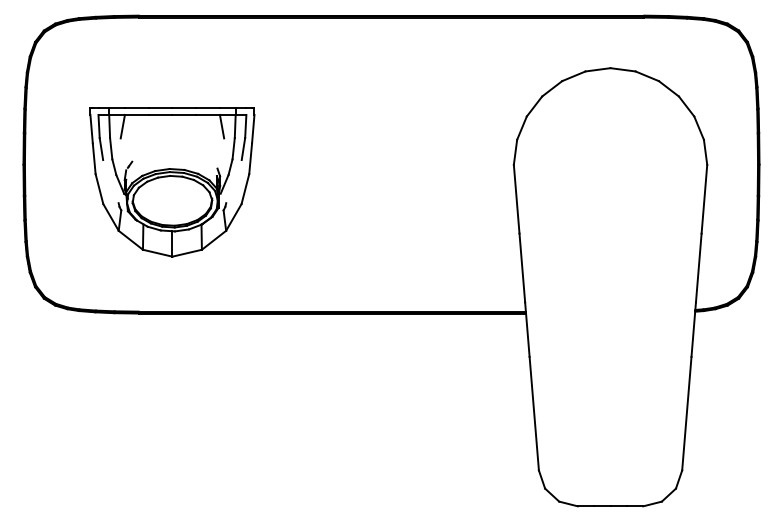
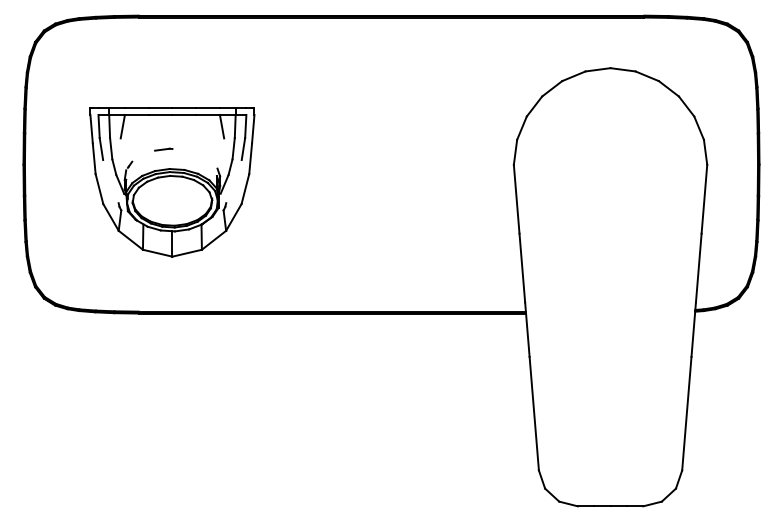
line at (163, 149): none -> present
